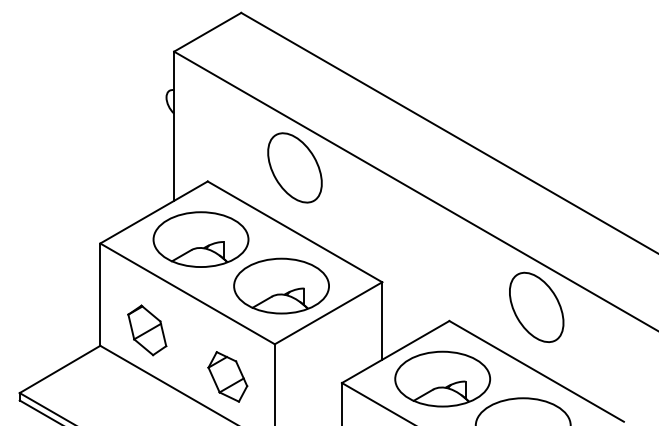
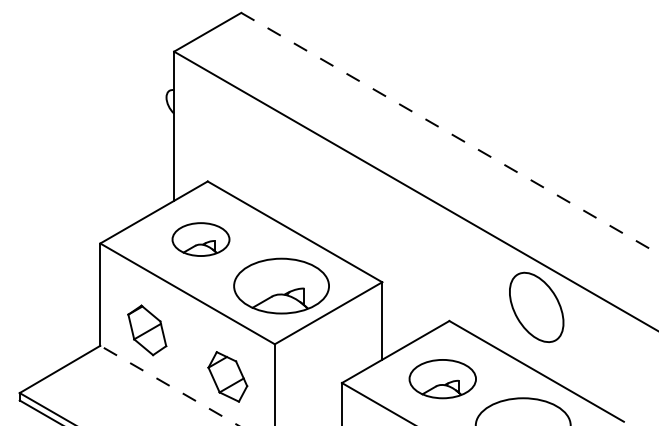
line at (449, 133): solid -> dashed
part at (294, 167): present -> none
part at (200, 239) size: 98x57 px -> 60x35 px
part at (442, 378) size: 98x58 px -> 69x41 px
line at (169, 385): solid -> dashed
